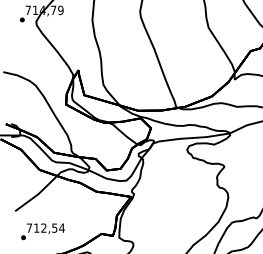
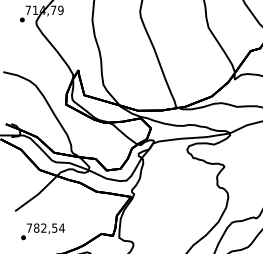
text at (36, 227): 712,54 -> 782,54
